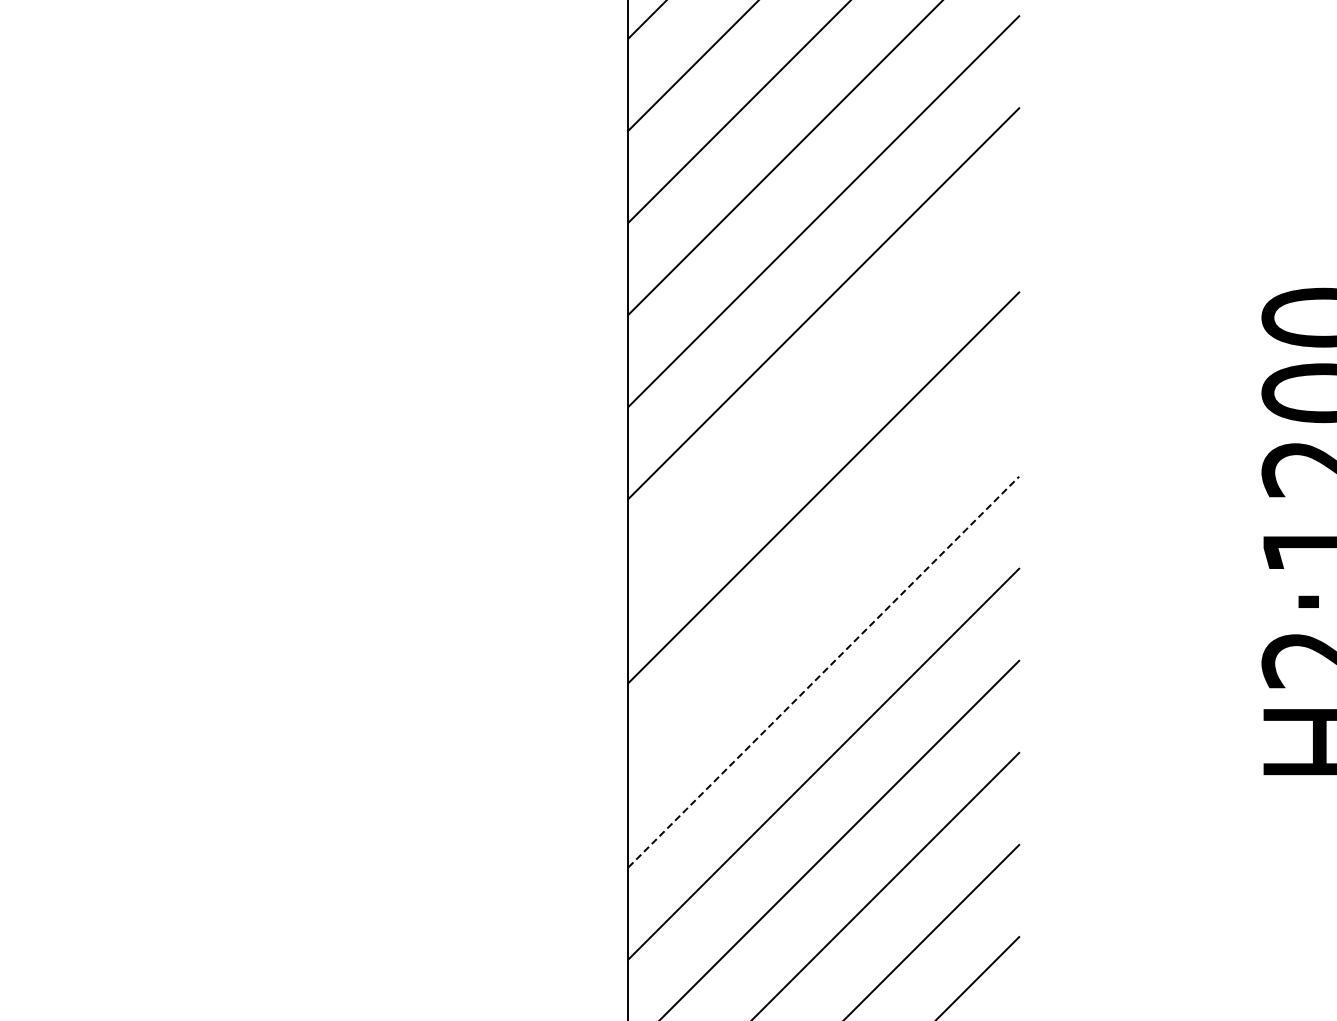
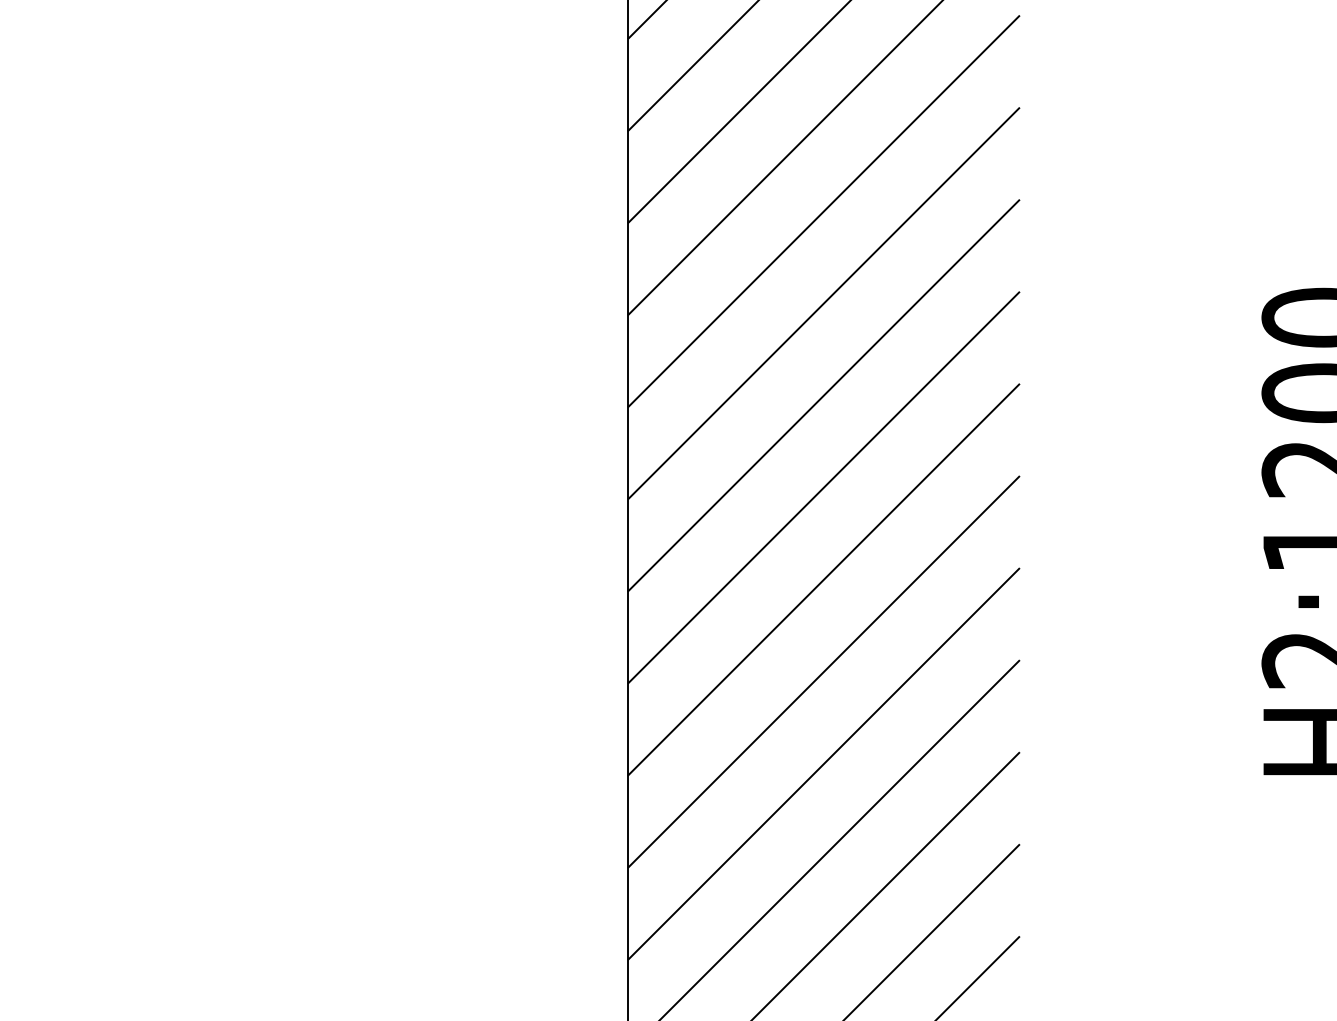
line at (823, 395): none -> present
line at (823, 579): none -> present
line at (824, 671): dashed -> solid
